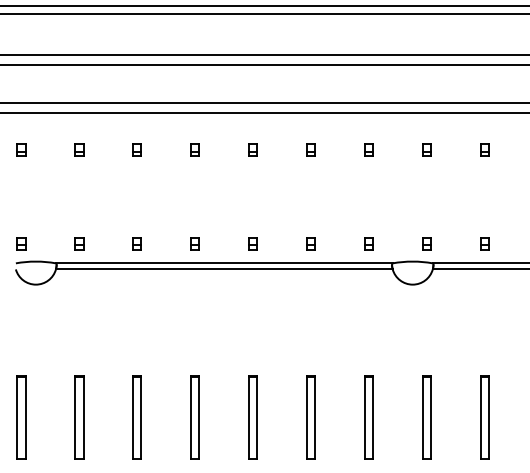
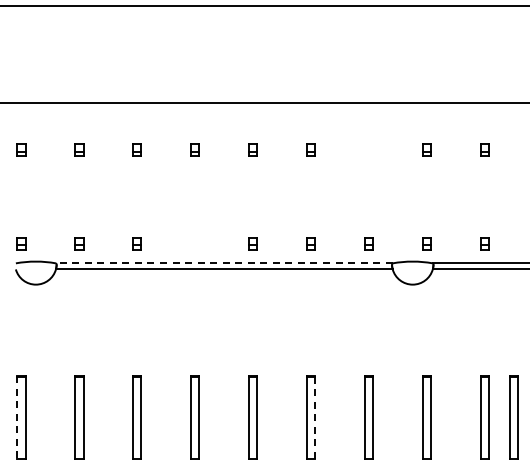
line at (264, 14): present -> none
line at (264, 55): present -> none
line at (264, 64): present -> none
line at (264, 112): present -> none
part at (368, 149): present -> none
part at (194, 243): present -> none
line at (223, 263): solid -> dashed
line at (315, 417): solid -> dashed
part at (513, 417): none -> present
line at (17, 418): solid -> dashed
